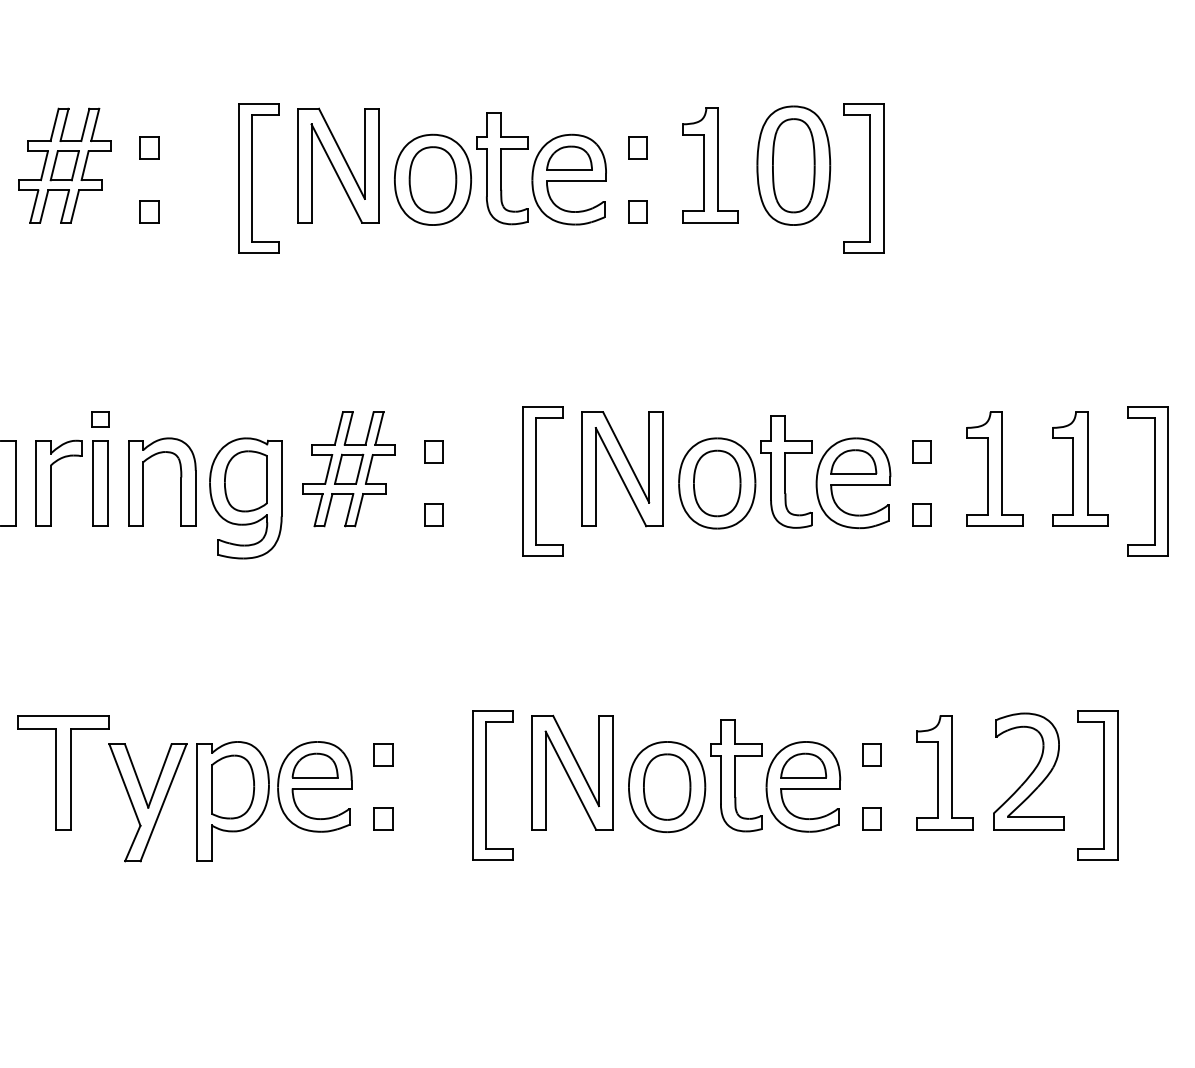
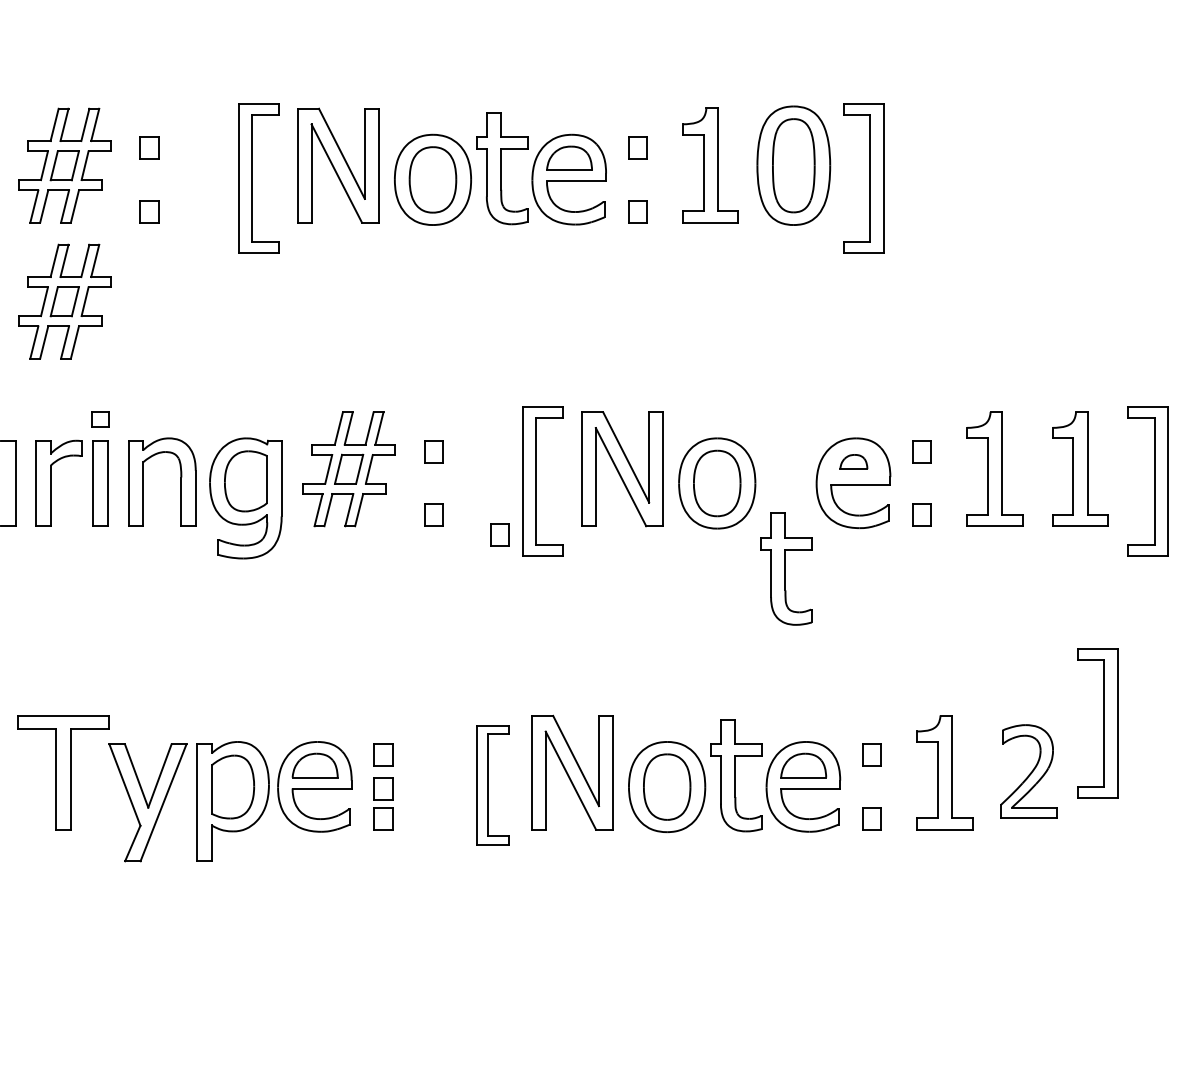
part at (64, 301): none -> present
part at (853, 461) size: 48x26 px -> 30x16 px
part at (786, 471) position: (786, 471) -> (786, 568)
part at (499, 534): none -> present
part at (1028, 771) size: 72x119 px -> 58x95 px
part at (492, 785) size: 42x151 px -> 34x121 px
part at (1097, 785) position: (1097, 785) -> (1097, 723)
part at (383, 788): none -> present
